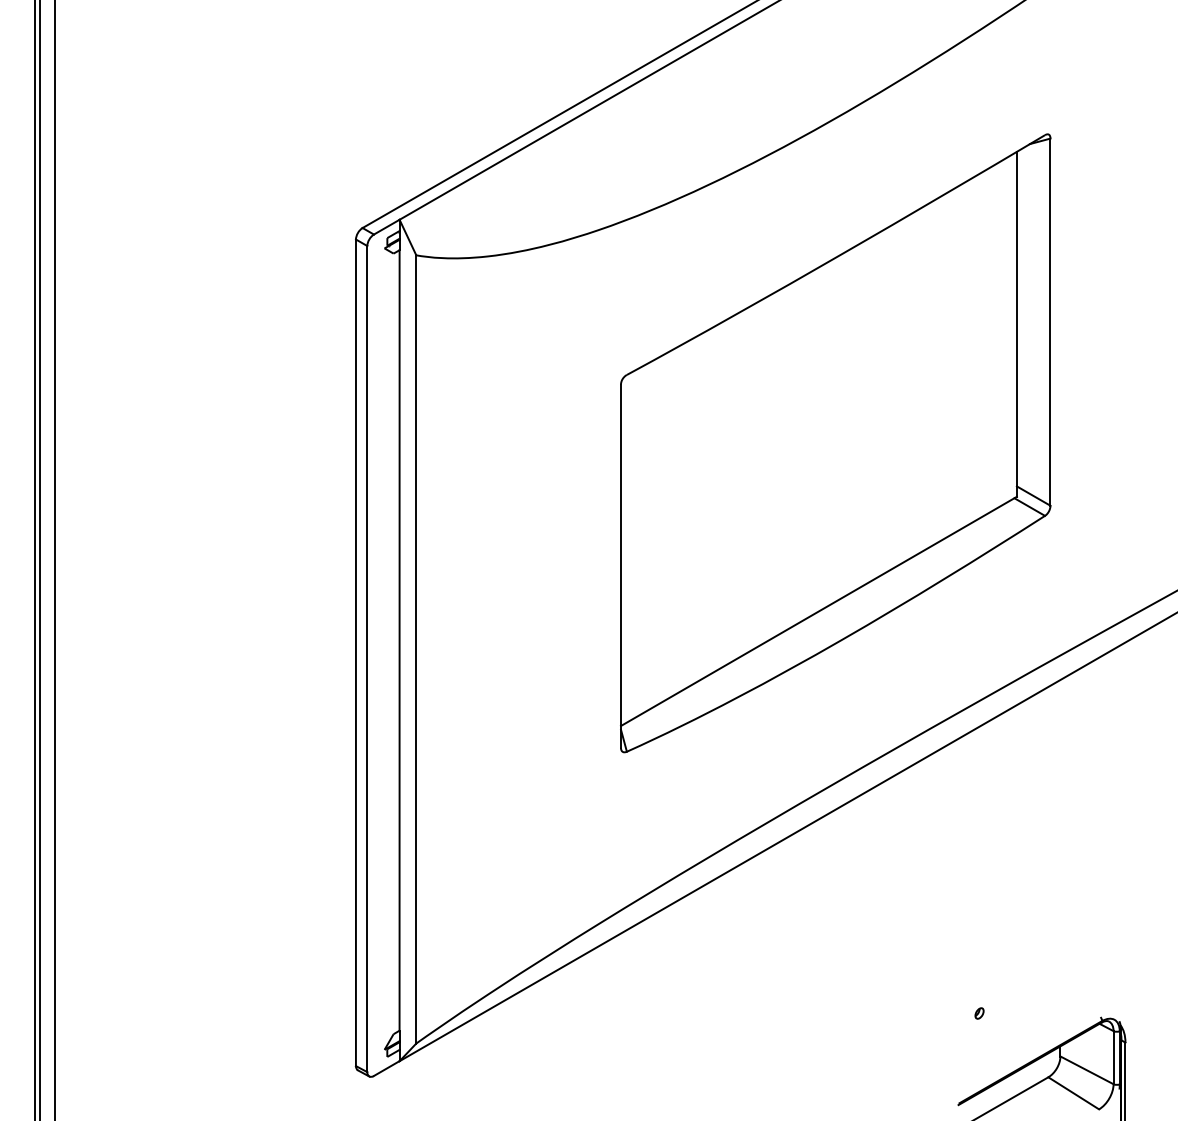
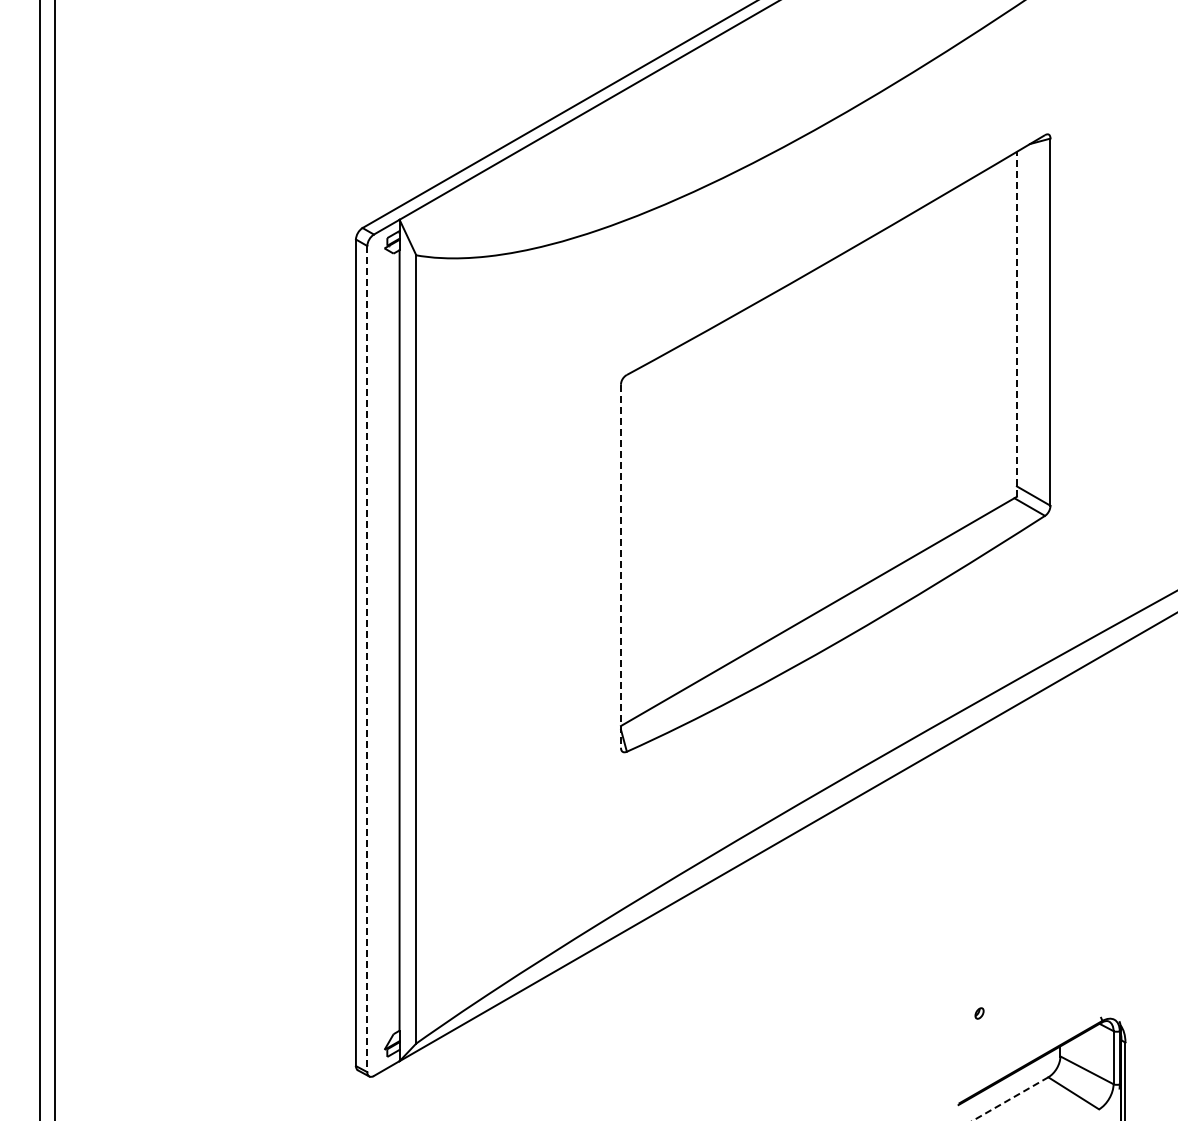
line at (1016, 323): solid -> dashed
line at (35, 559): present -> none
line at (621, 566): solid -> dashed
line at (367, 659): solid -> dashed
line at (1010, 1099): solid -> dashed
